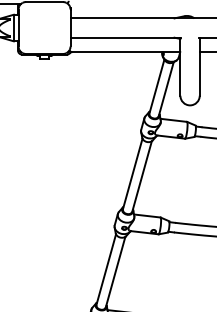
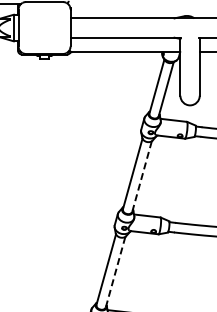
line at (142, 176): solid -> dashed
line at (115, 272): solid -> dashed
